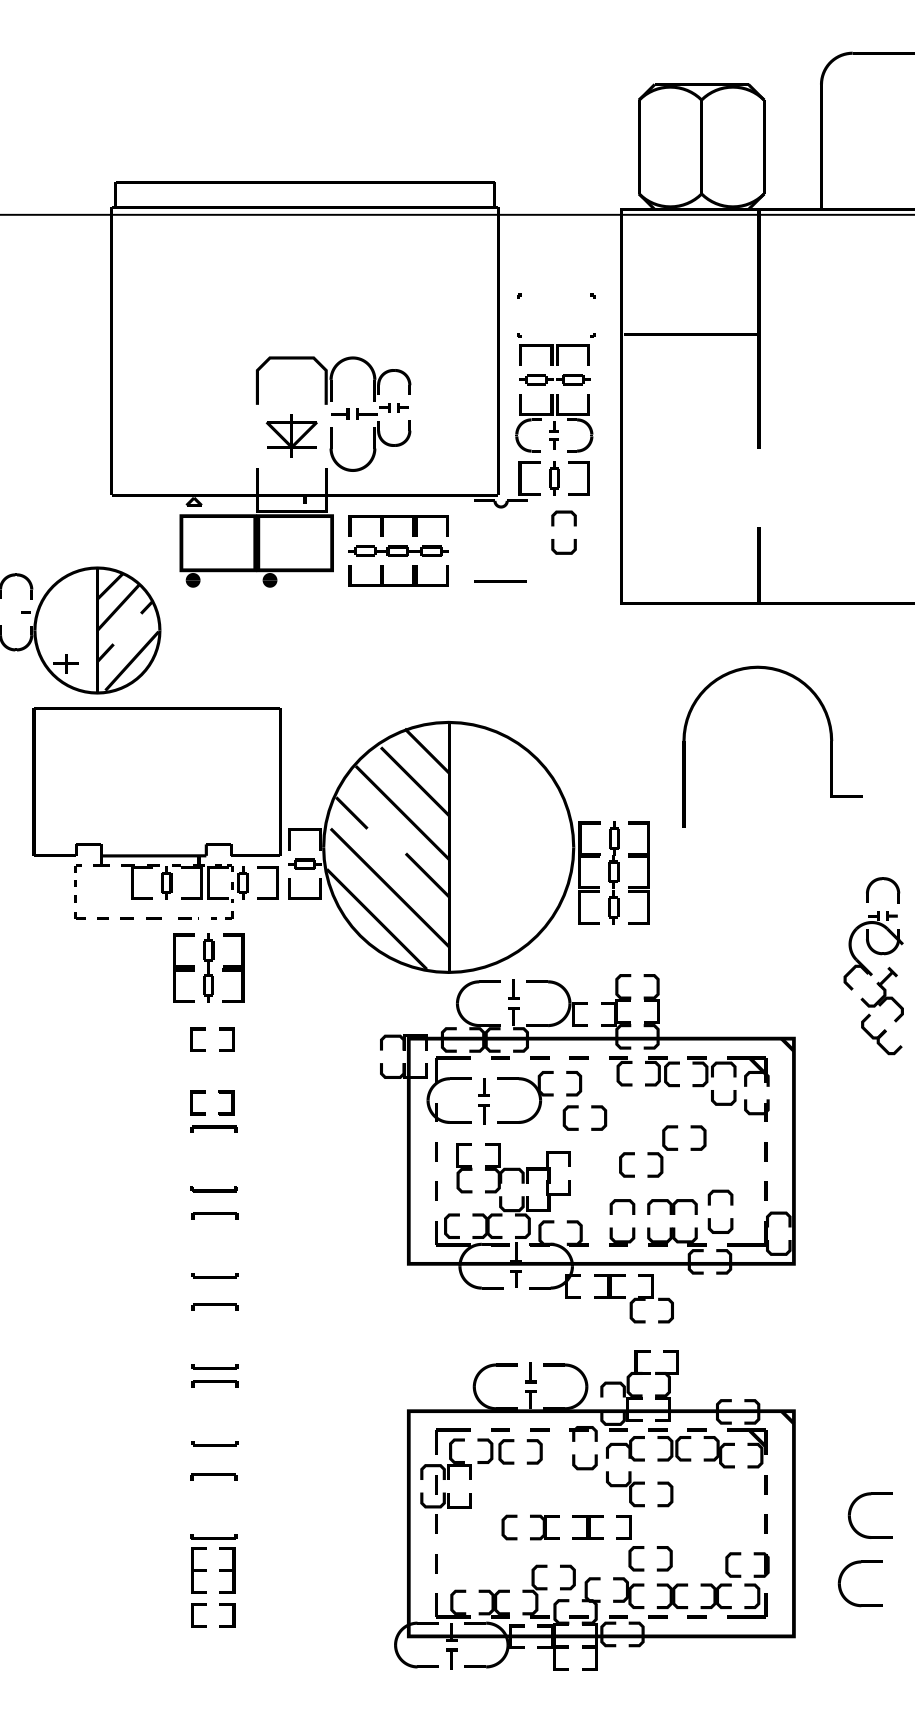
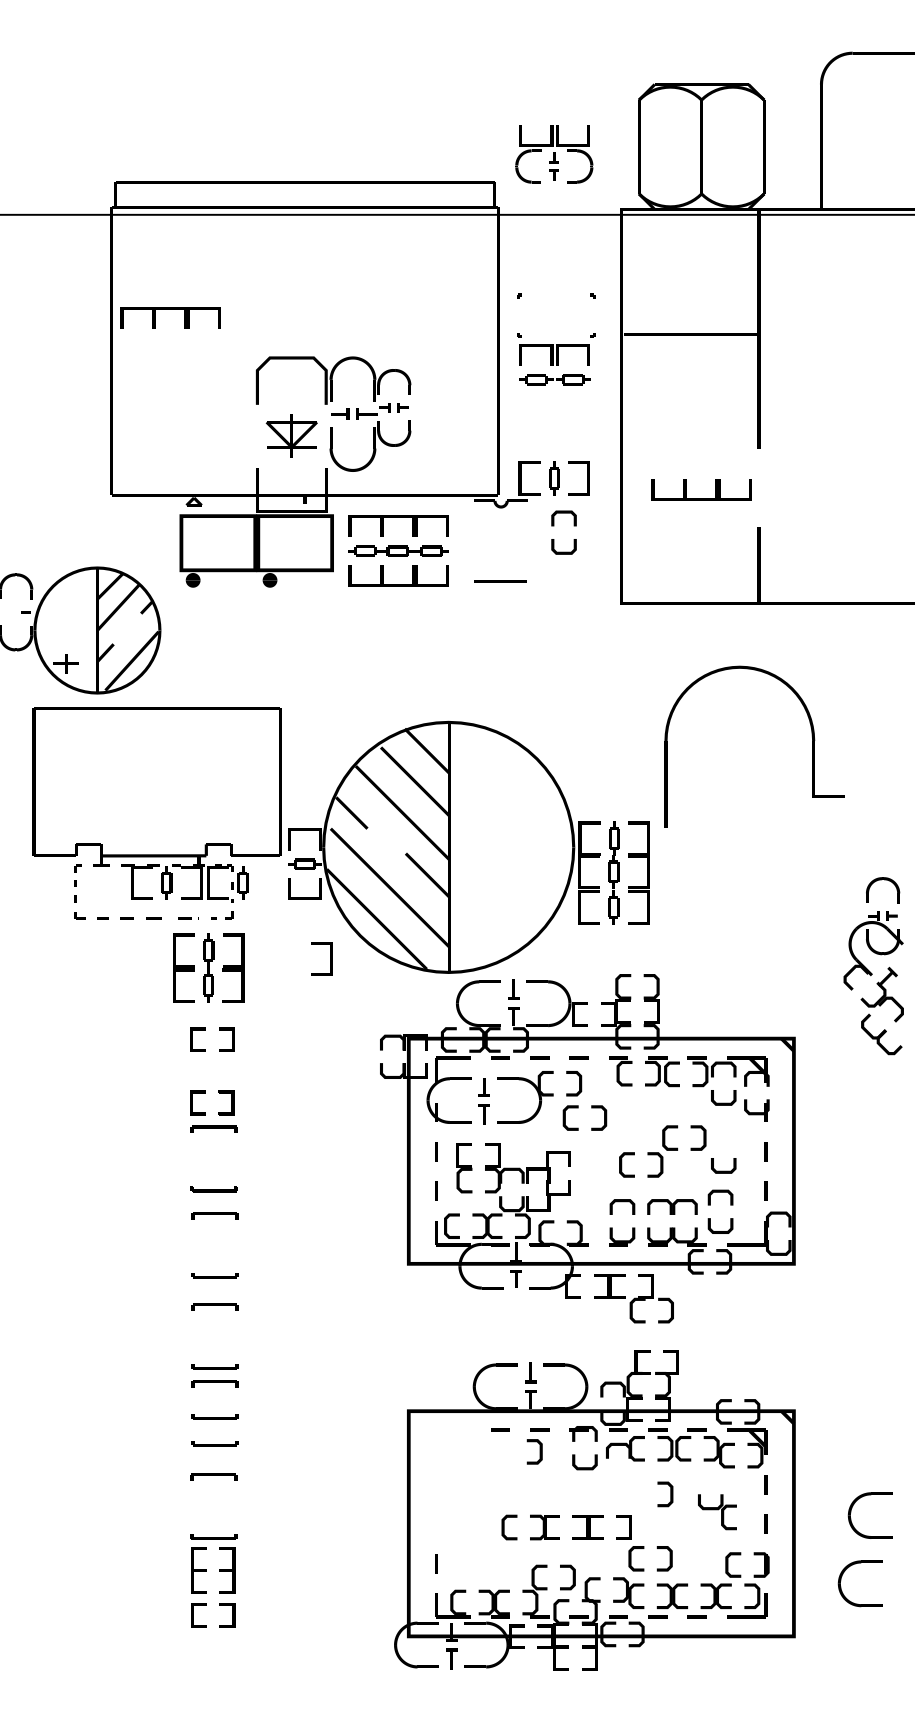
part at (170, 309): none -> present
part at (554, 423) position: (554, 423) -> (554, 154)
part at (701, 498): none -> present
part at (829, 736) position: (829, 736) -> (811, 736)
part at (276, 882) position: (276, 882) -> (330, 958)
curve at (723, 1170): none -> present
part at (214, 1416): none -> present
part at (467, 1480): present -> none
part at (625, 1489) position: (625, 1489) -> (717, 1512)
